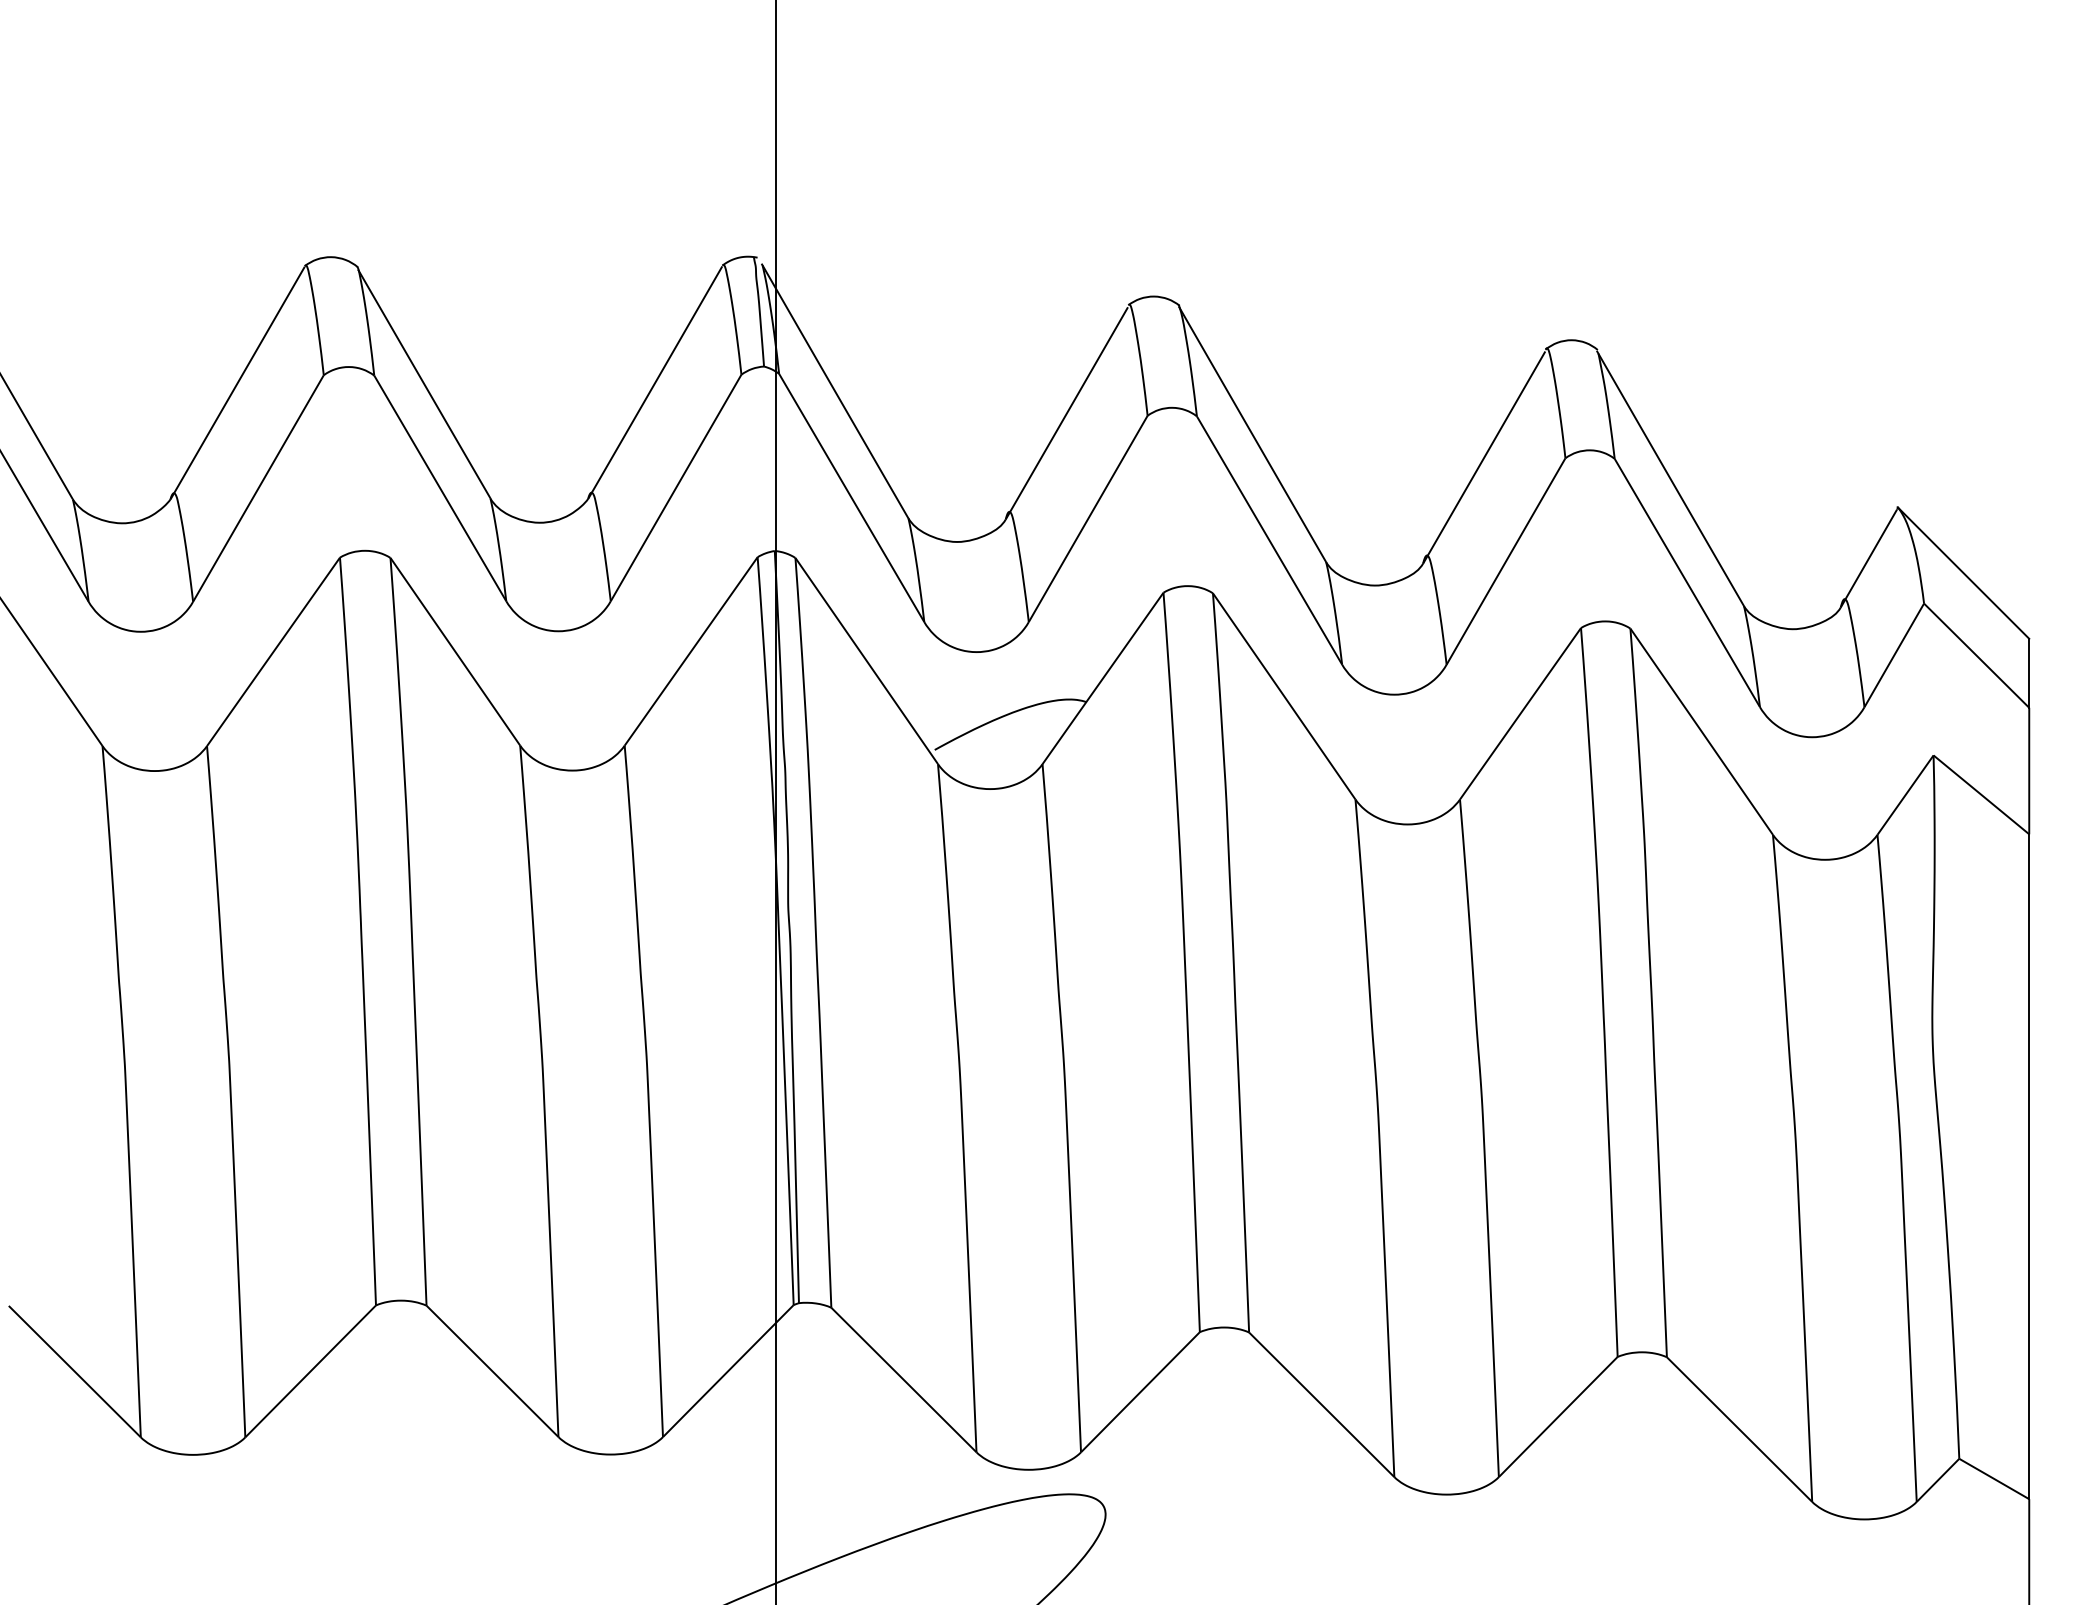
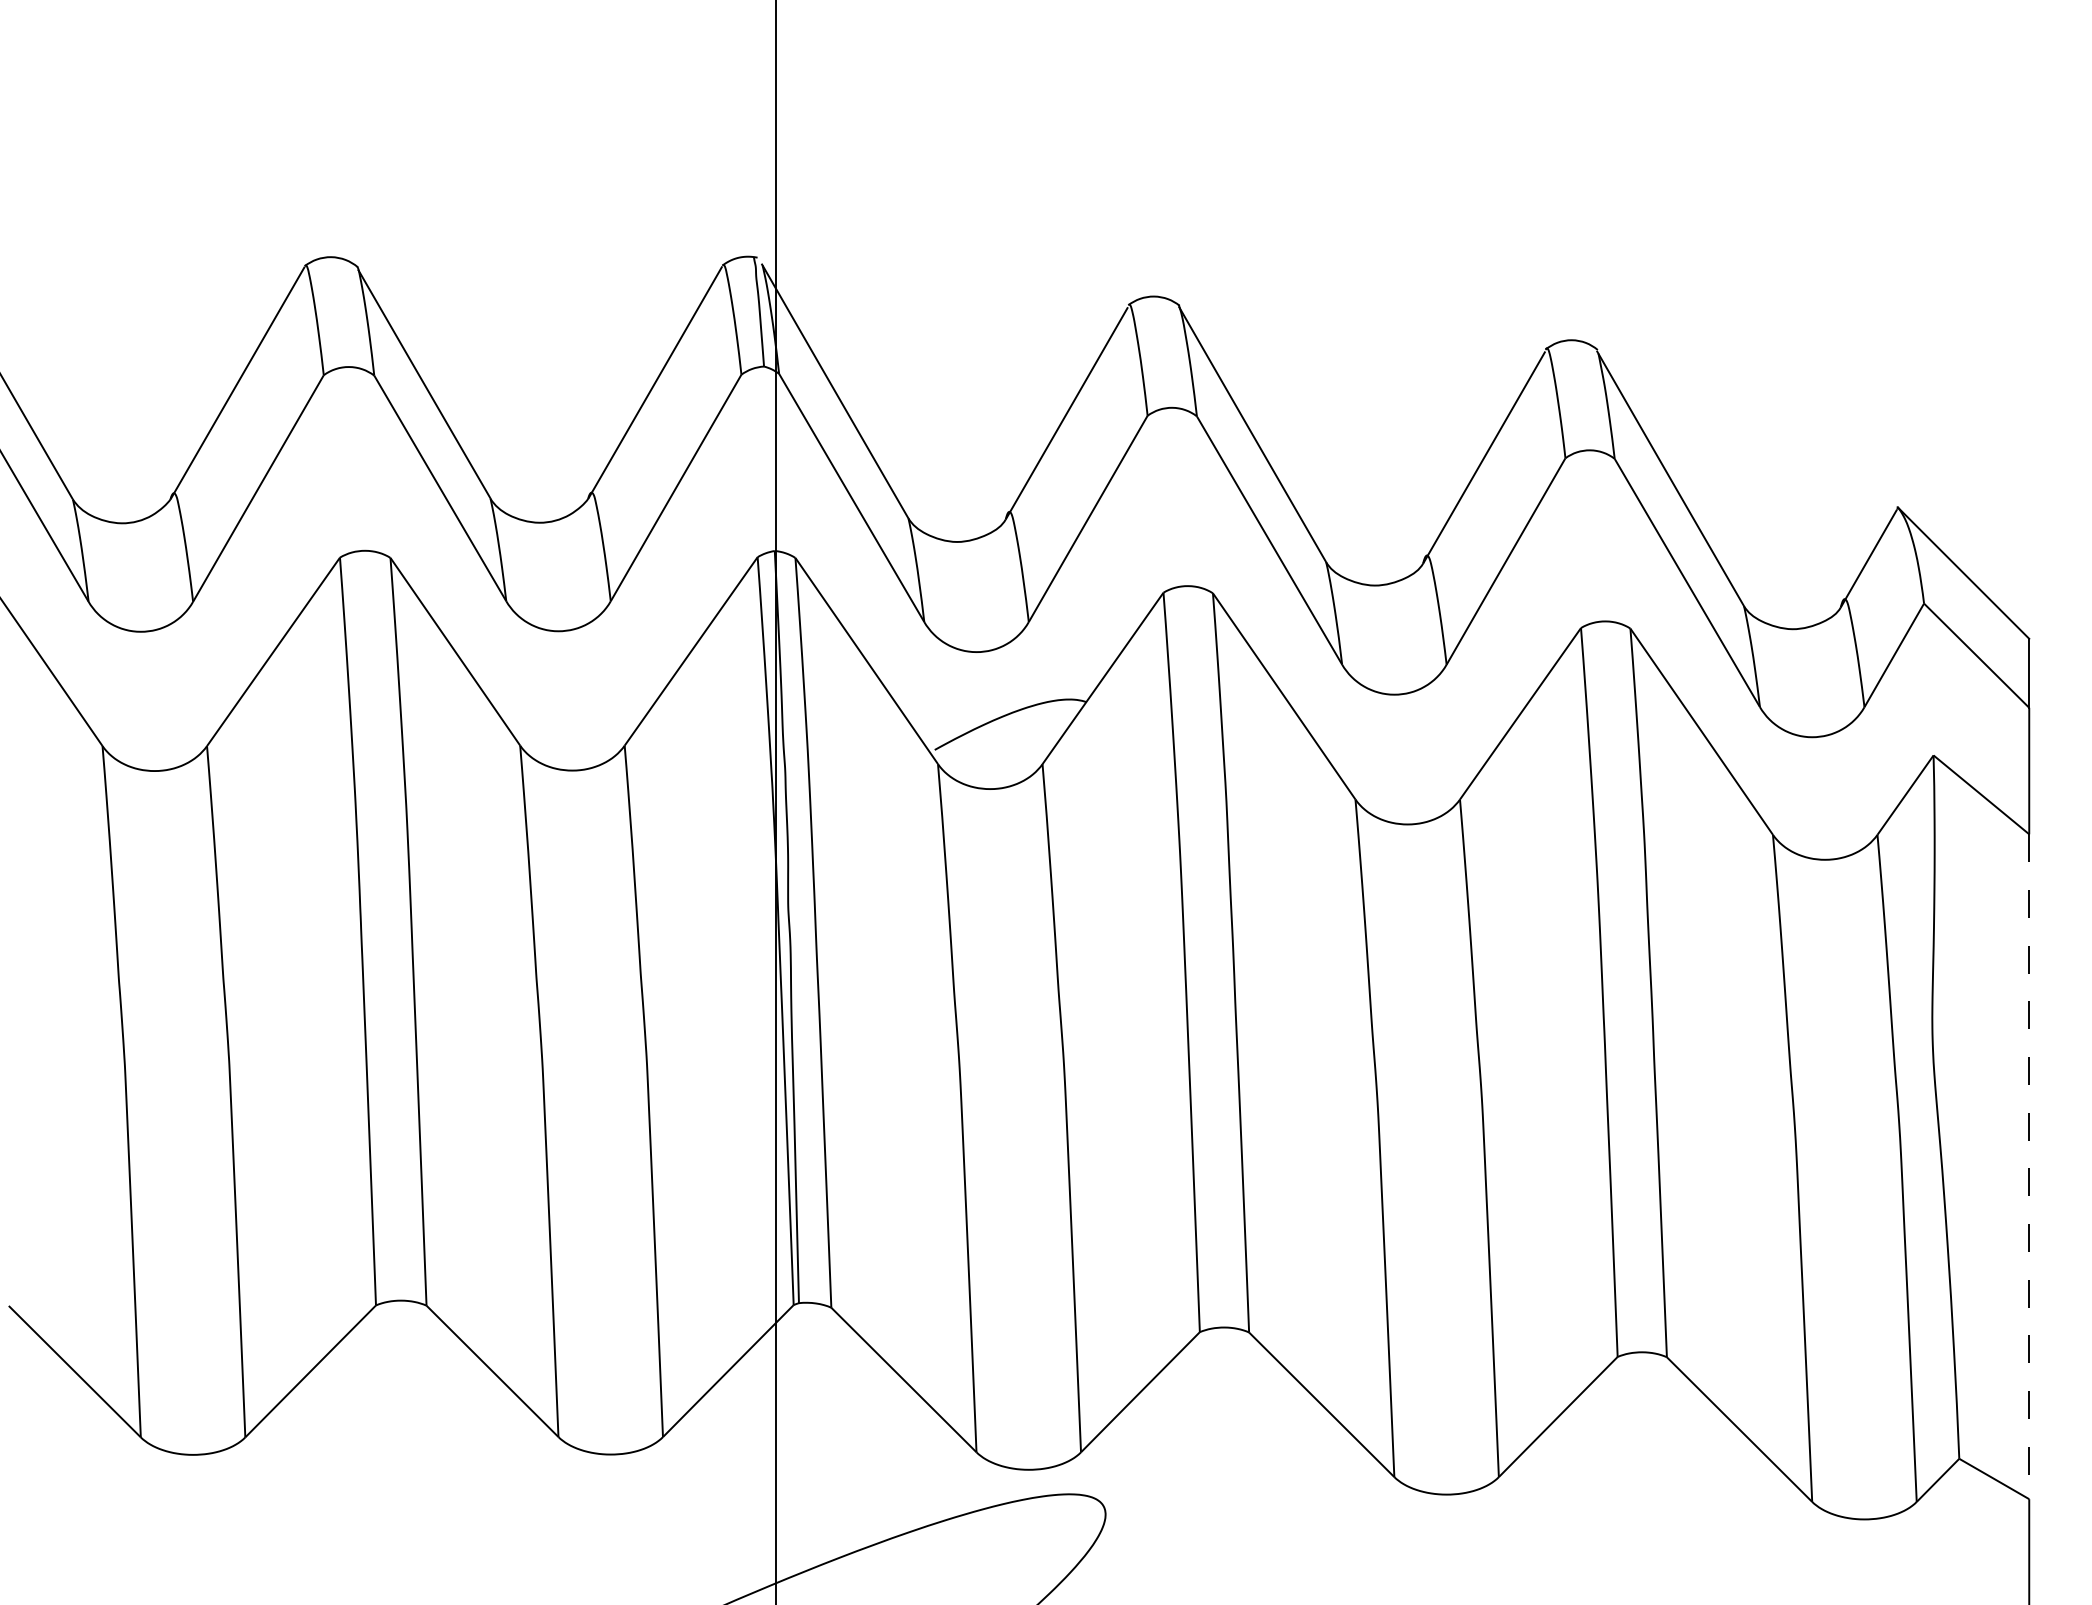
line at (2029, 1167): solid -> dashed
